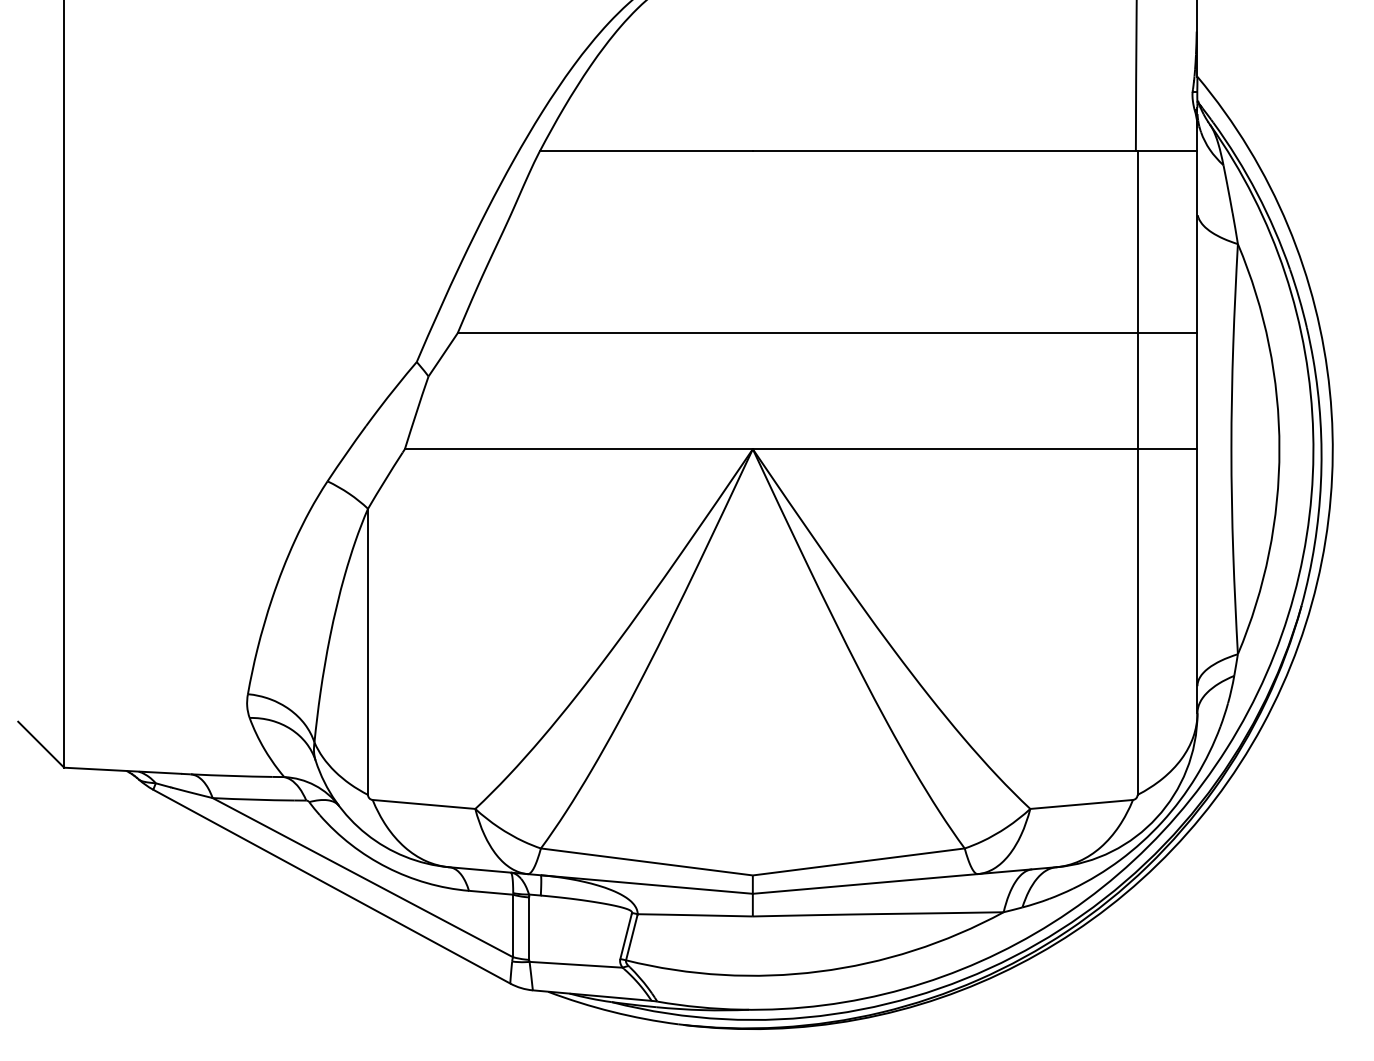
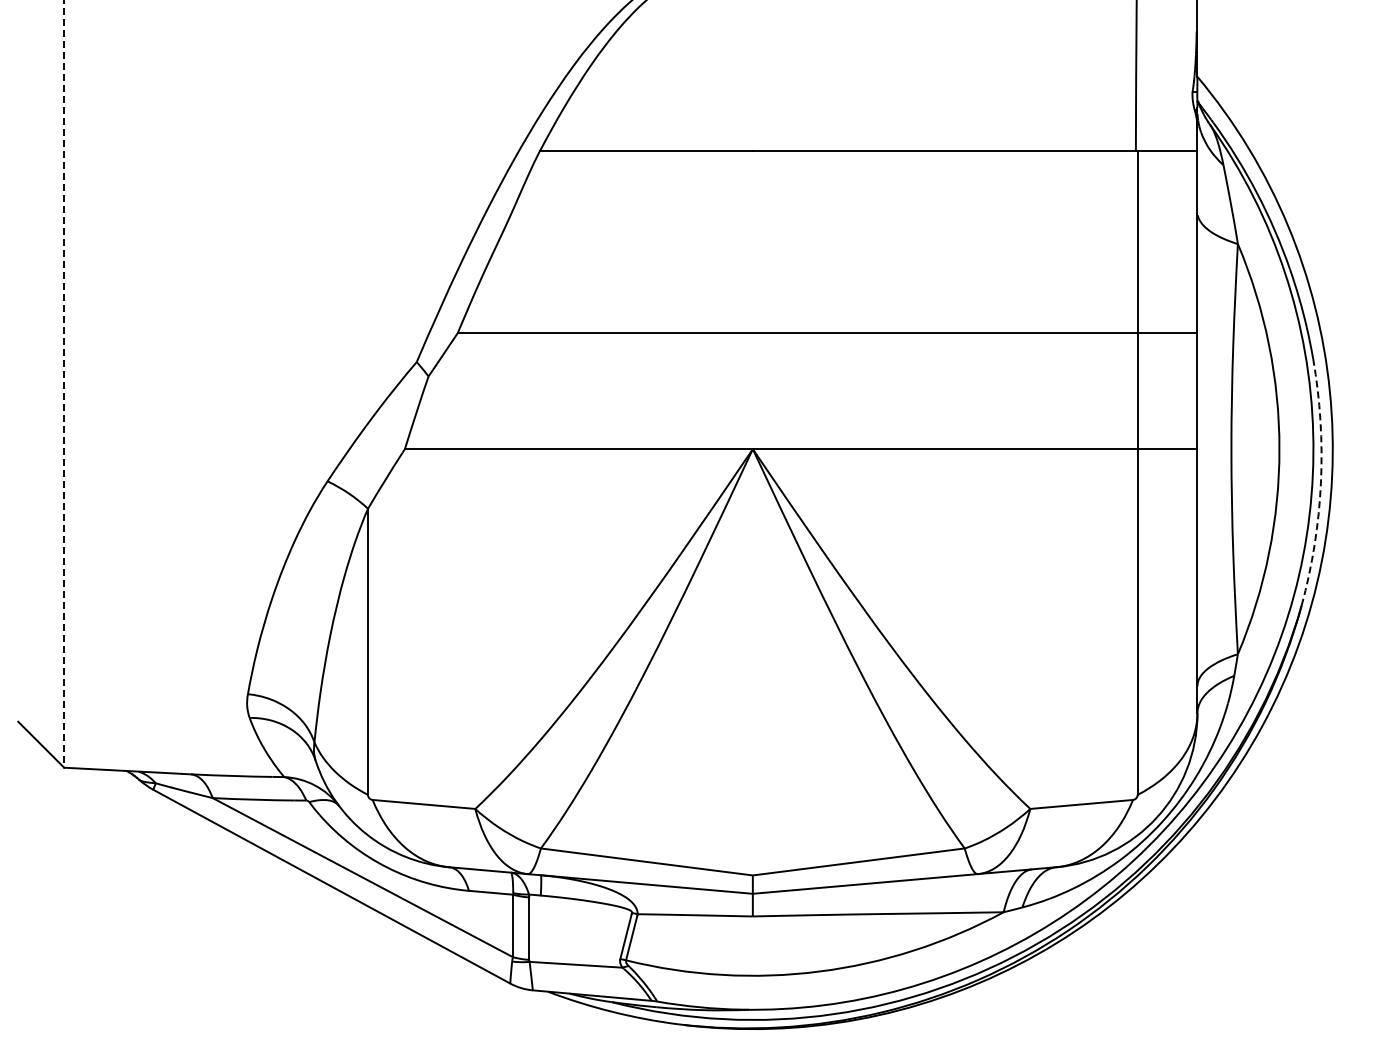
line at (64, 384): solid -> dashed
arc at (1320, 482): solid -> dashed
